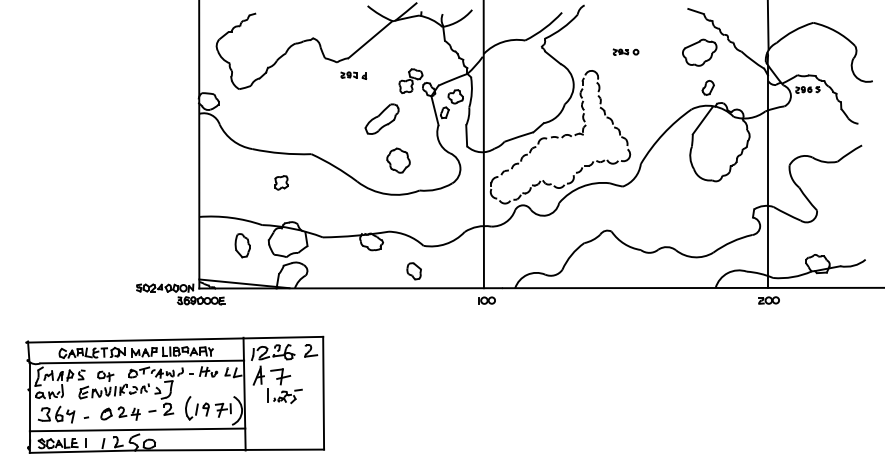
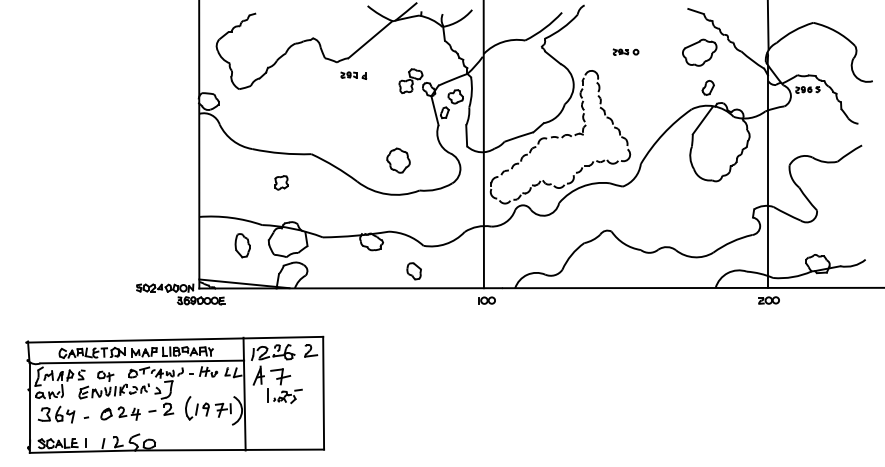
part at (381, 118): present -> none
line at (137, 429): present -> none
